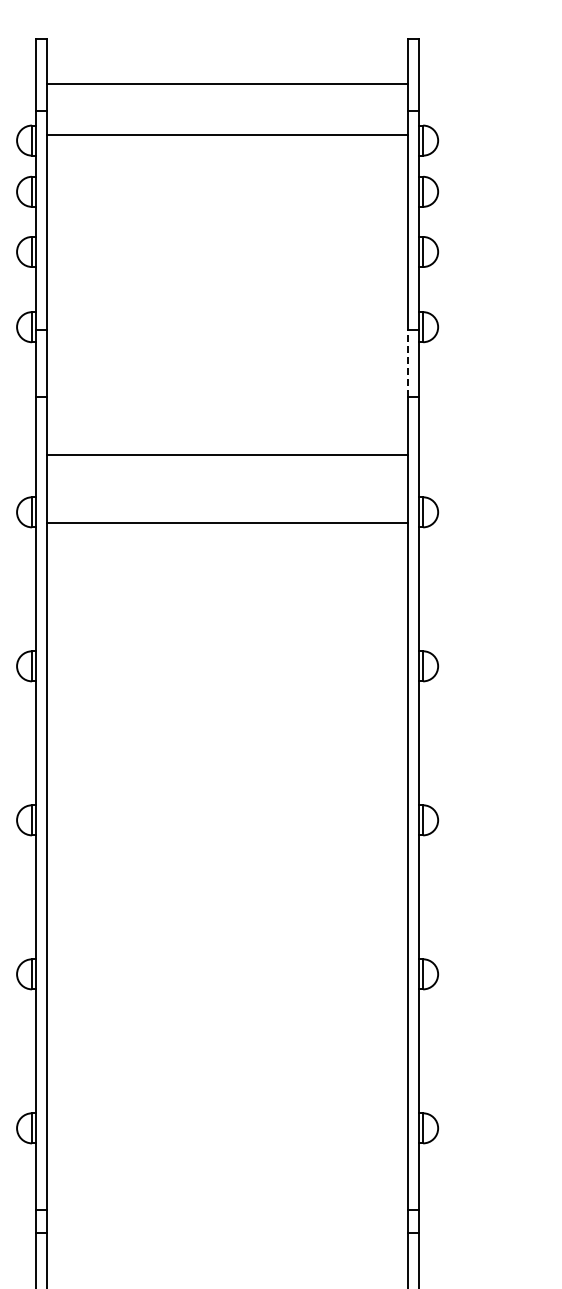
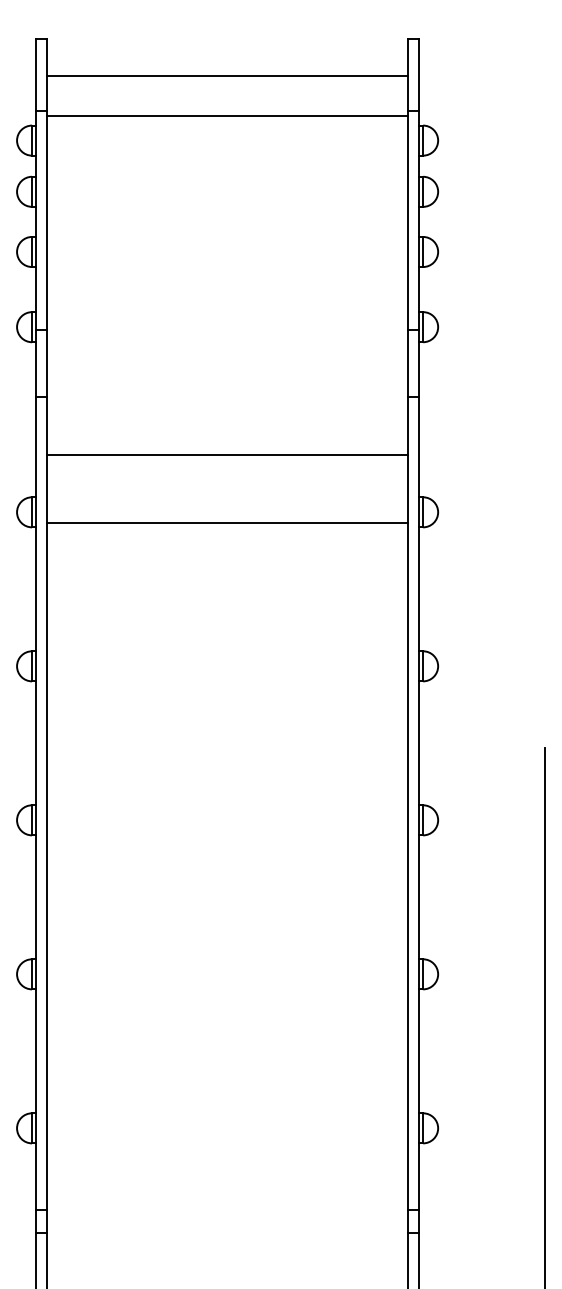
line at (227, 84) position: (227, 84) -> (227, 76)
line at (227, 134) position: (227, 134) -> (227, 115)
line at (408, 363): dashed -> solid
line at (544, 1016): none -> present
